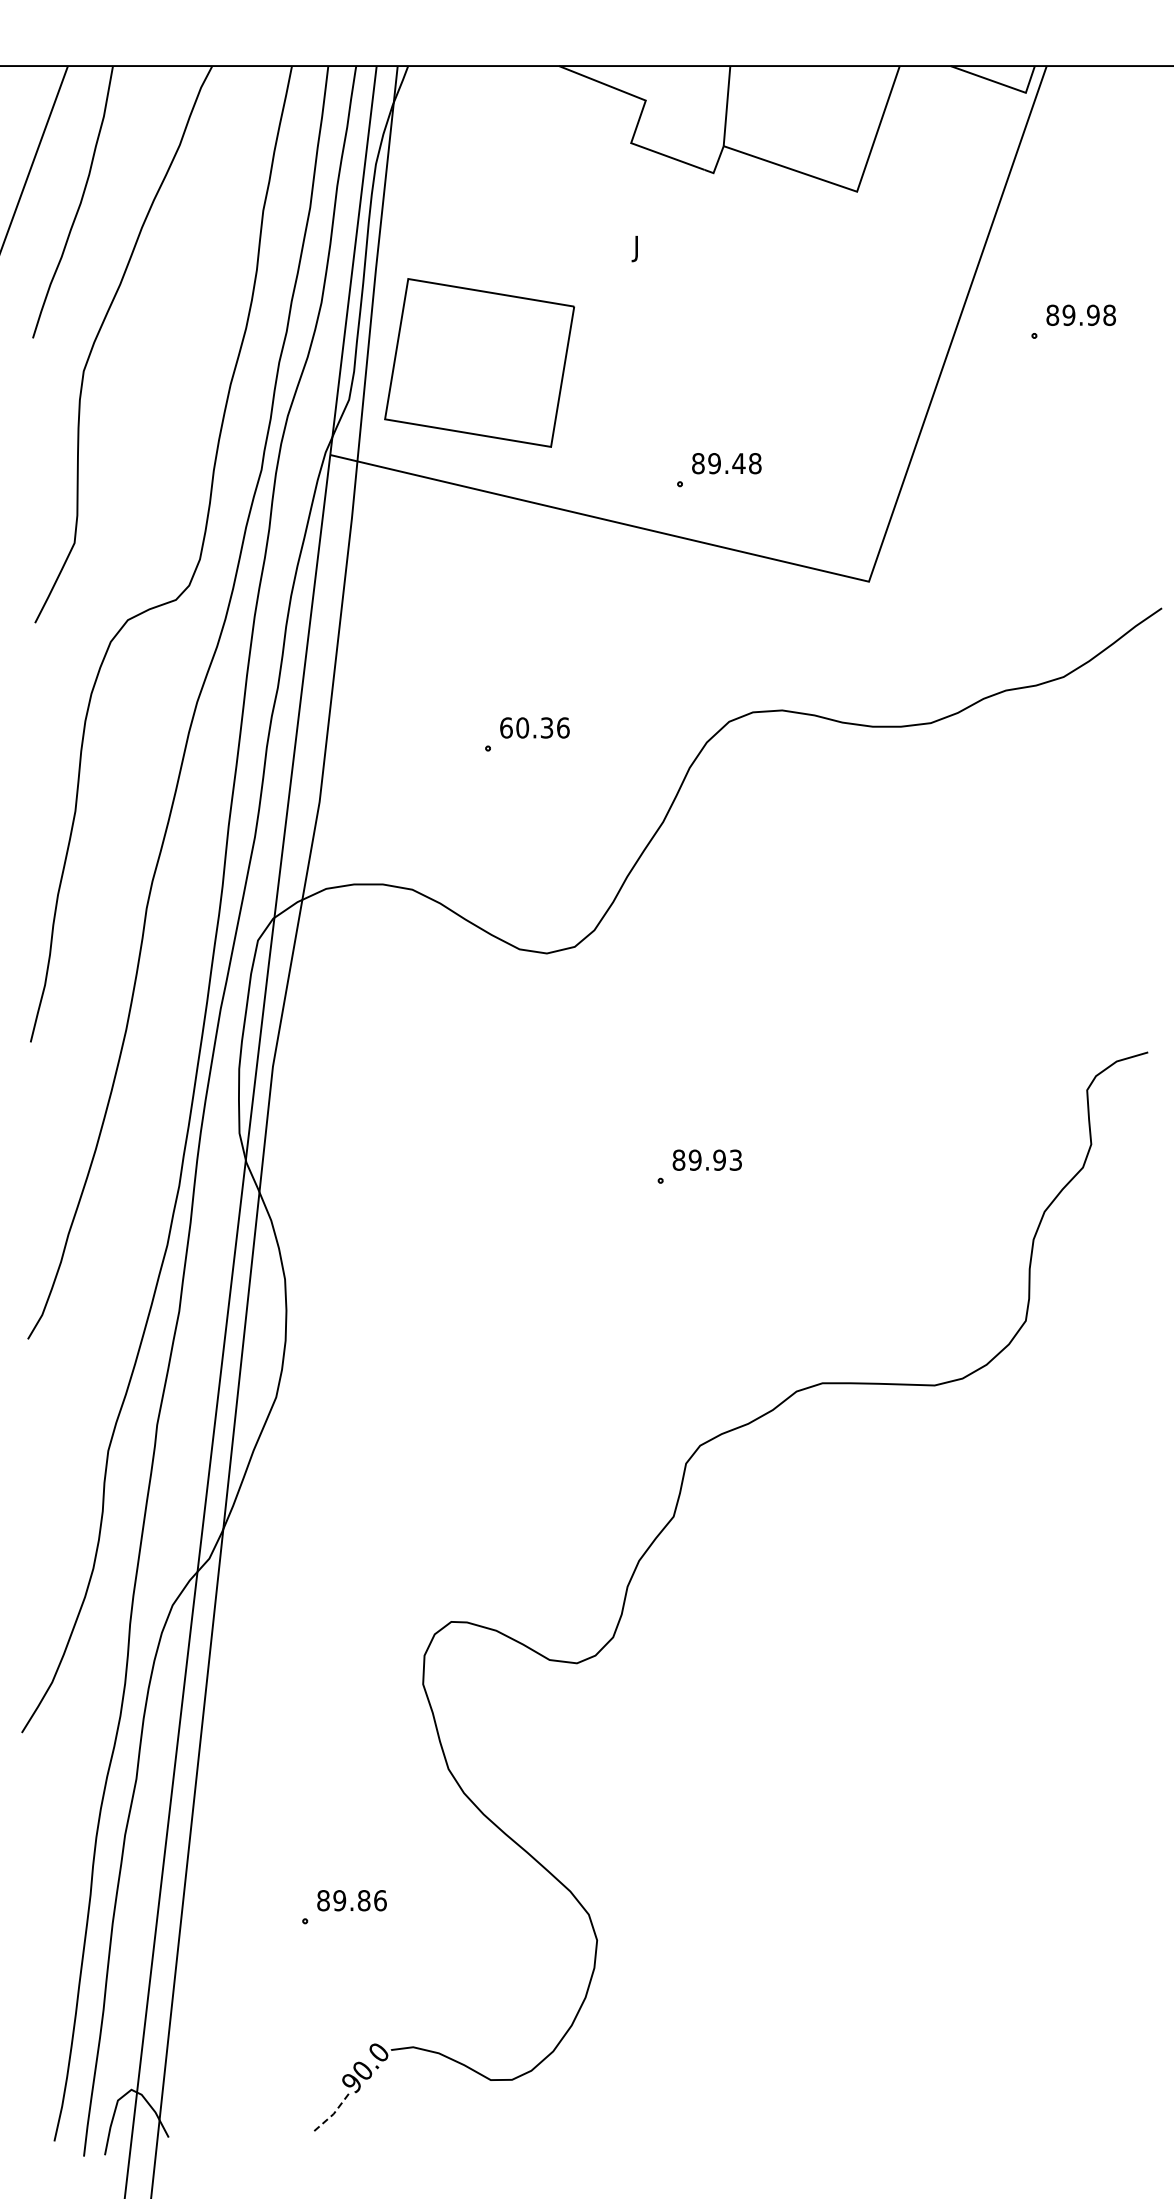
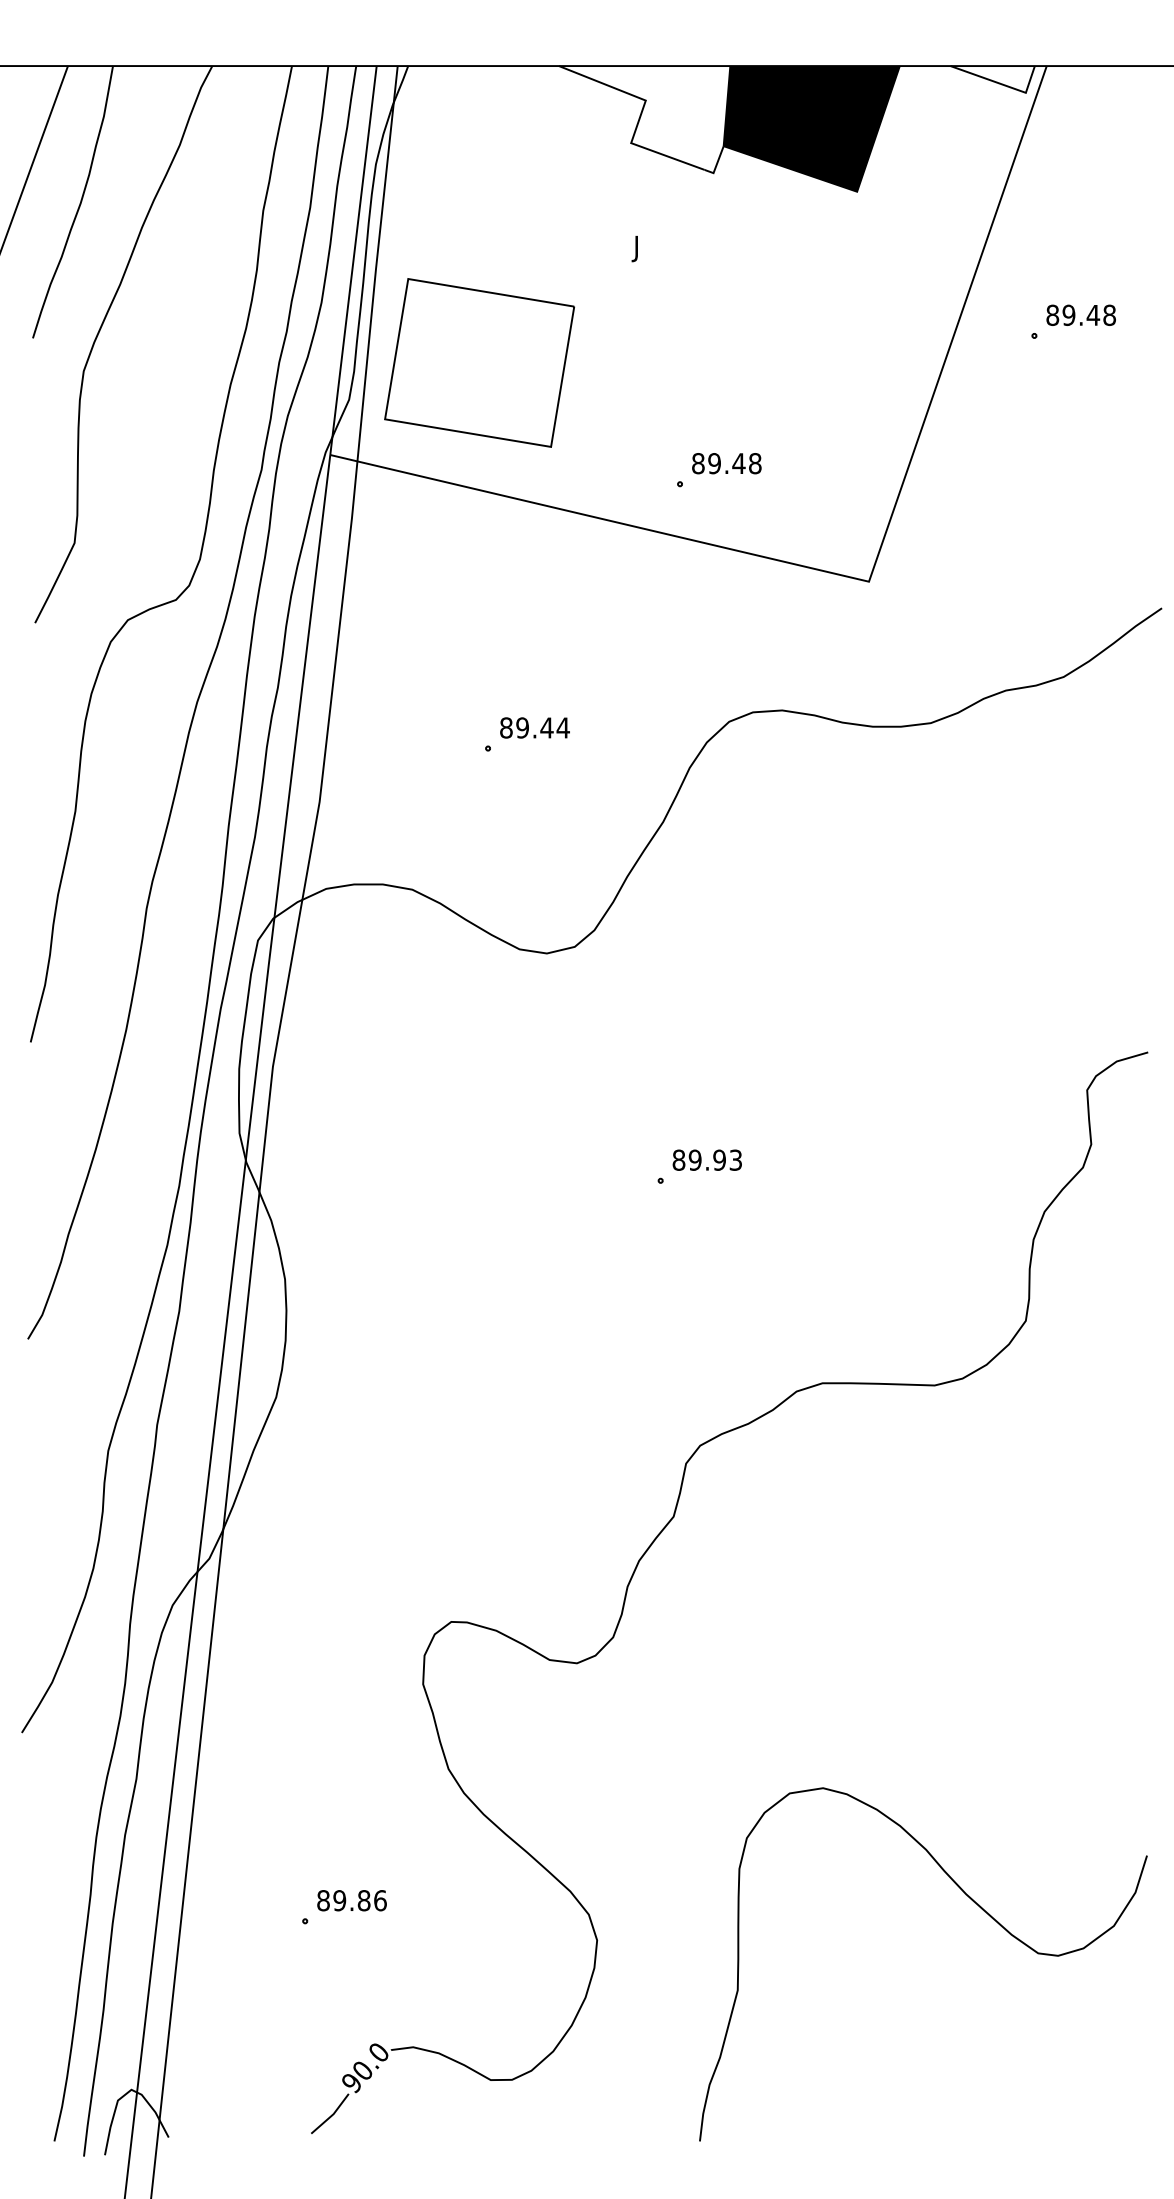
fill at (811, 128): none -> present
text at (1093, 314): 89.98 -> 89.48
text at (534, 727): 60.36 -> 89.44
curve at (973, 1902): none -> present
line at (332, 2115): dashed -> solid
